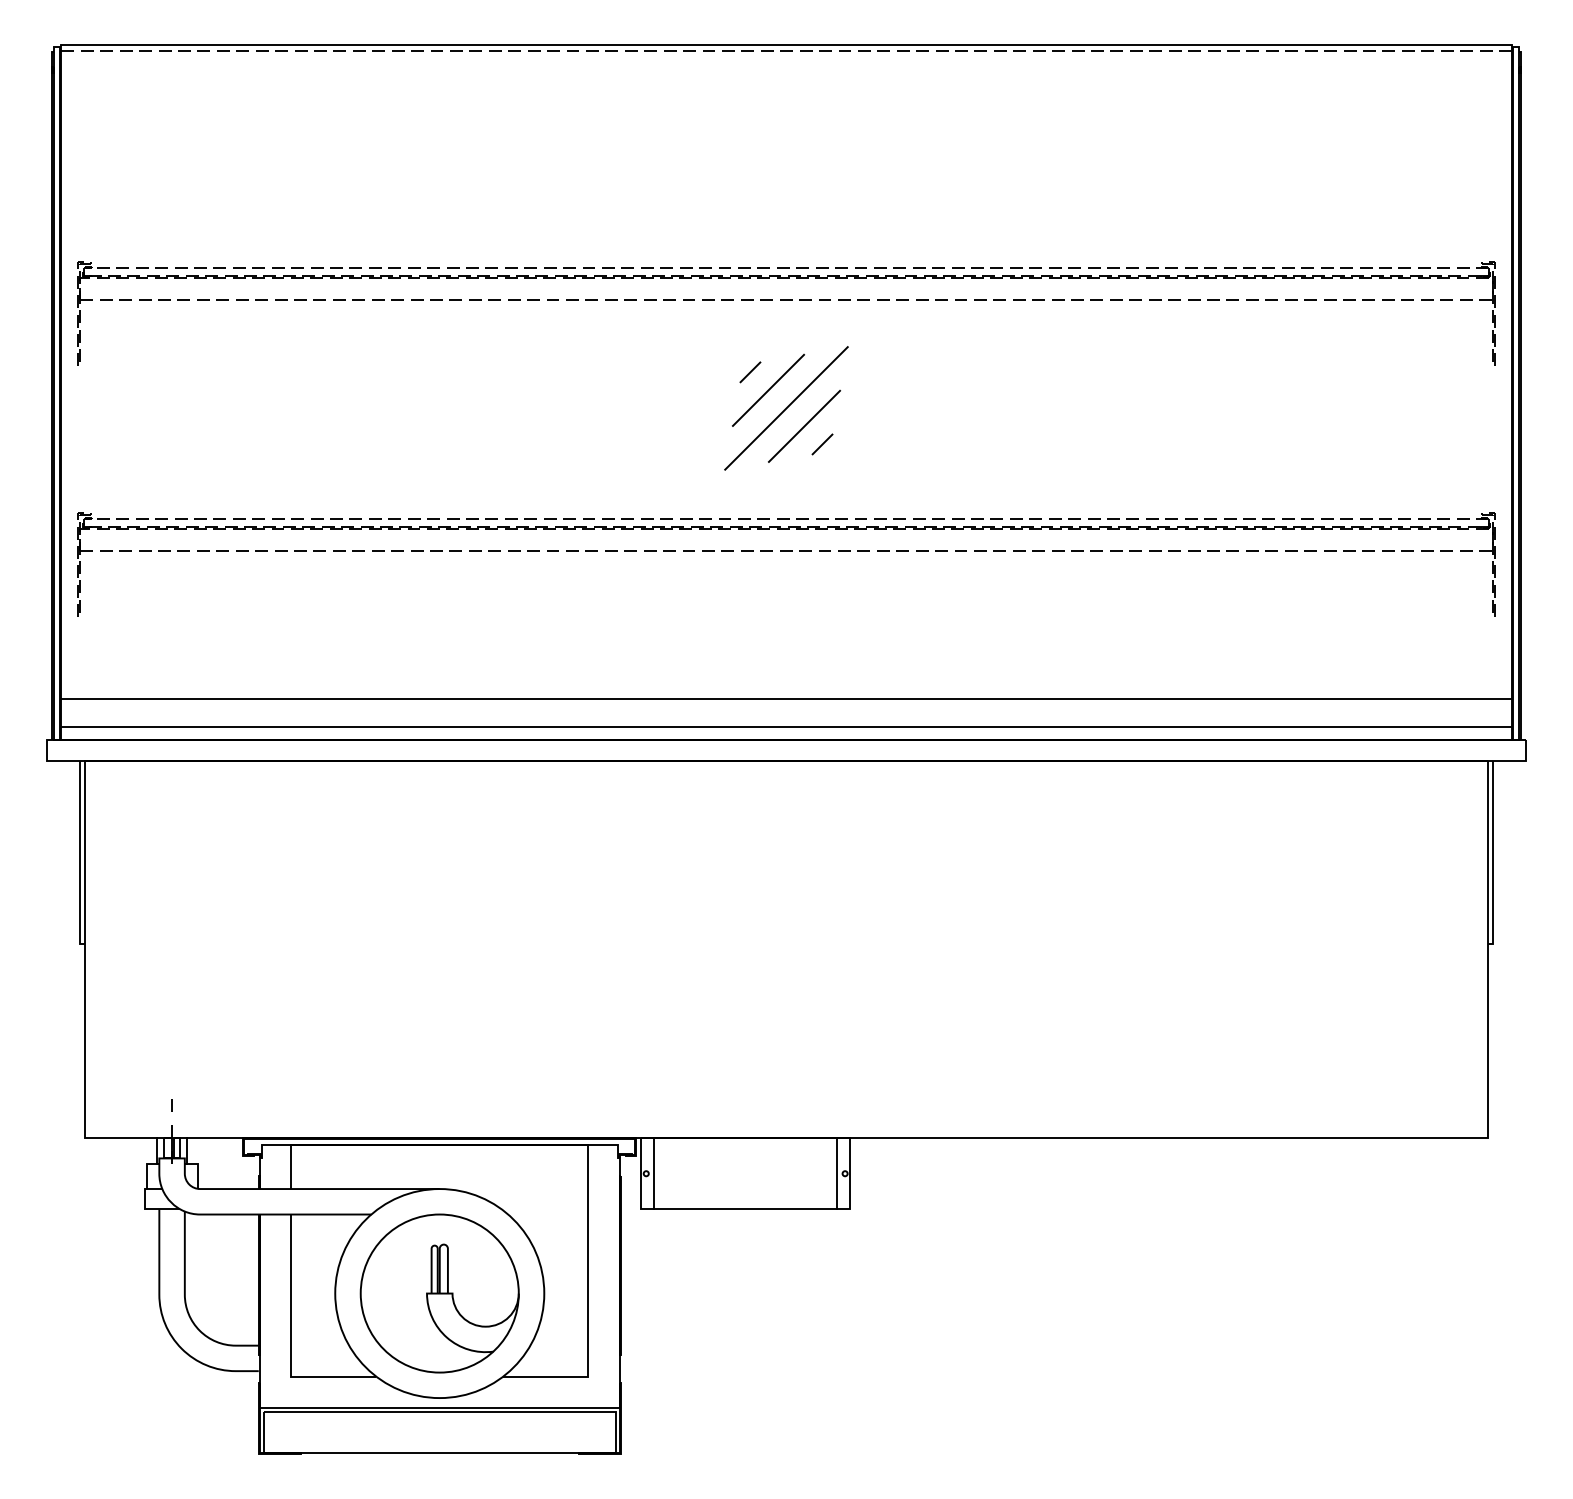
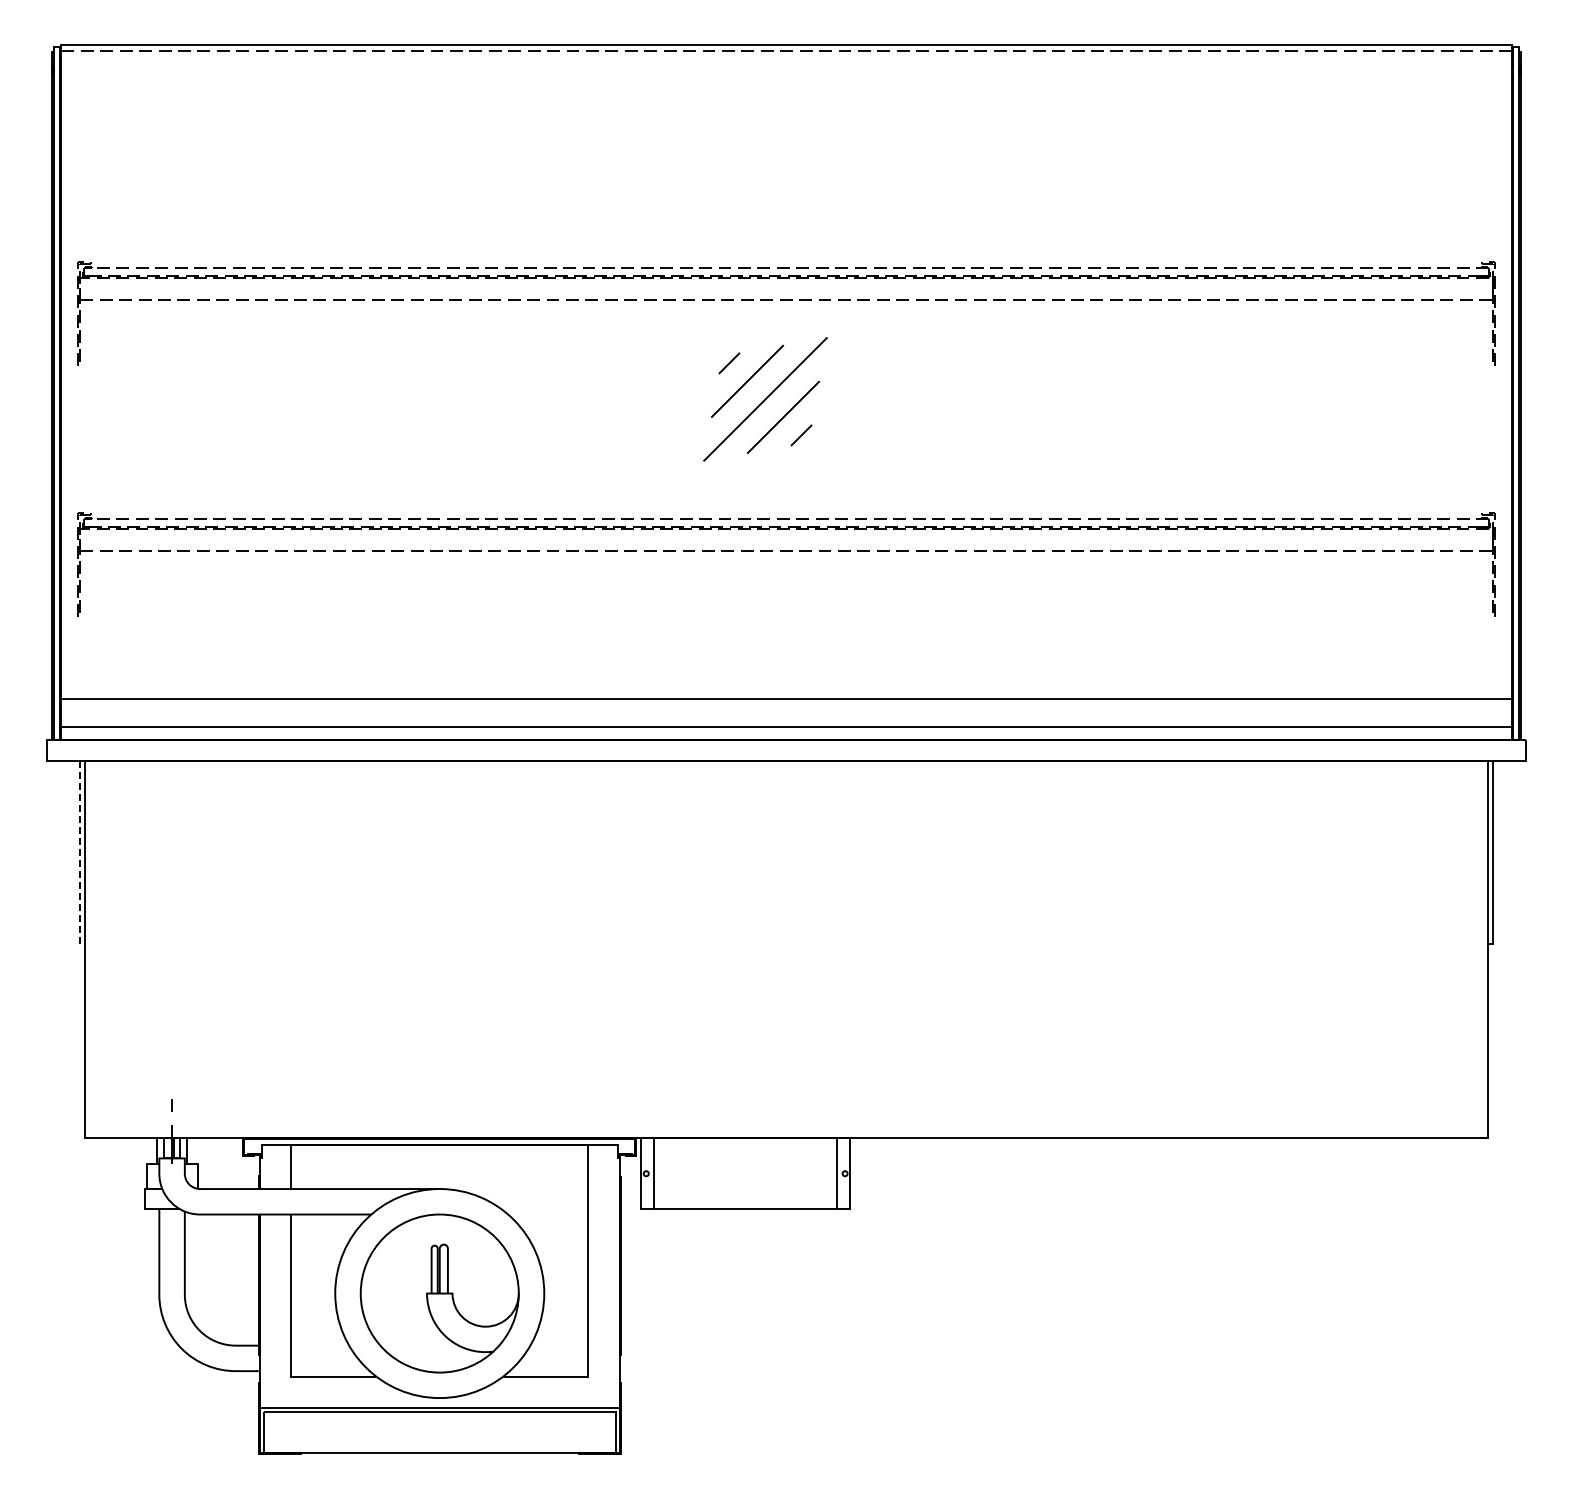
part at (786, 408) position: (786, 408) -> (765, 399)
line at (80, 856): solid -> dashed
